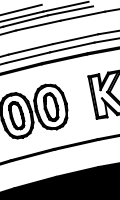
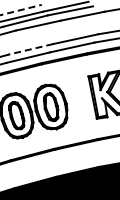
line at (21, 9): solid -> dashed
line at (30, 49): solid -> dashed
